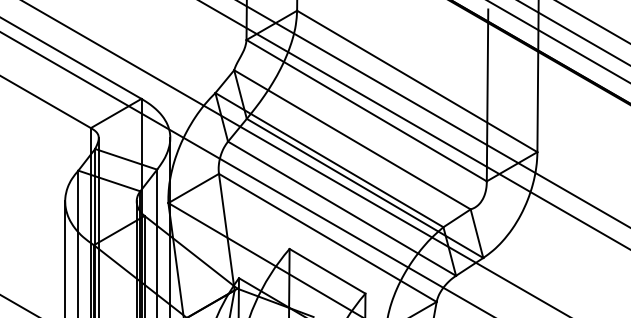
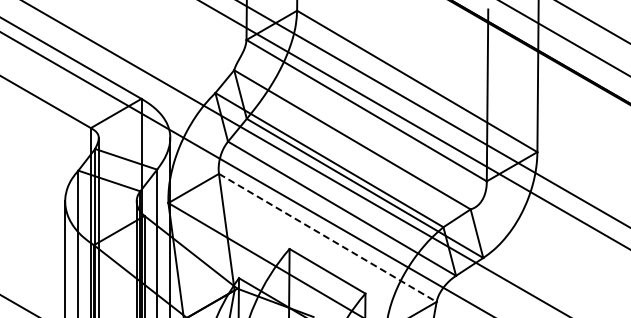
line at (573, 32): present -> none
line at (558, 41) position: (558, 41) -> (564, 38)
line at (328, 238): solid -> dashed
